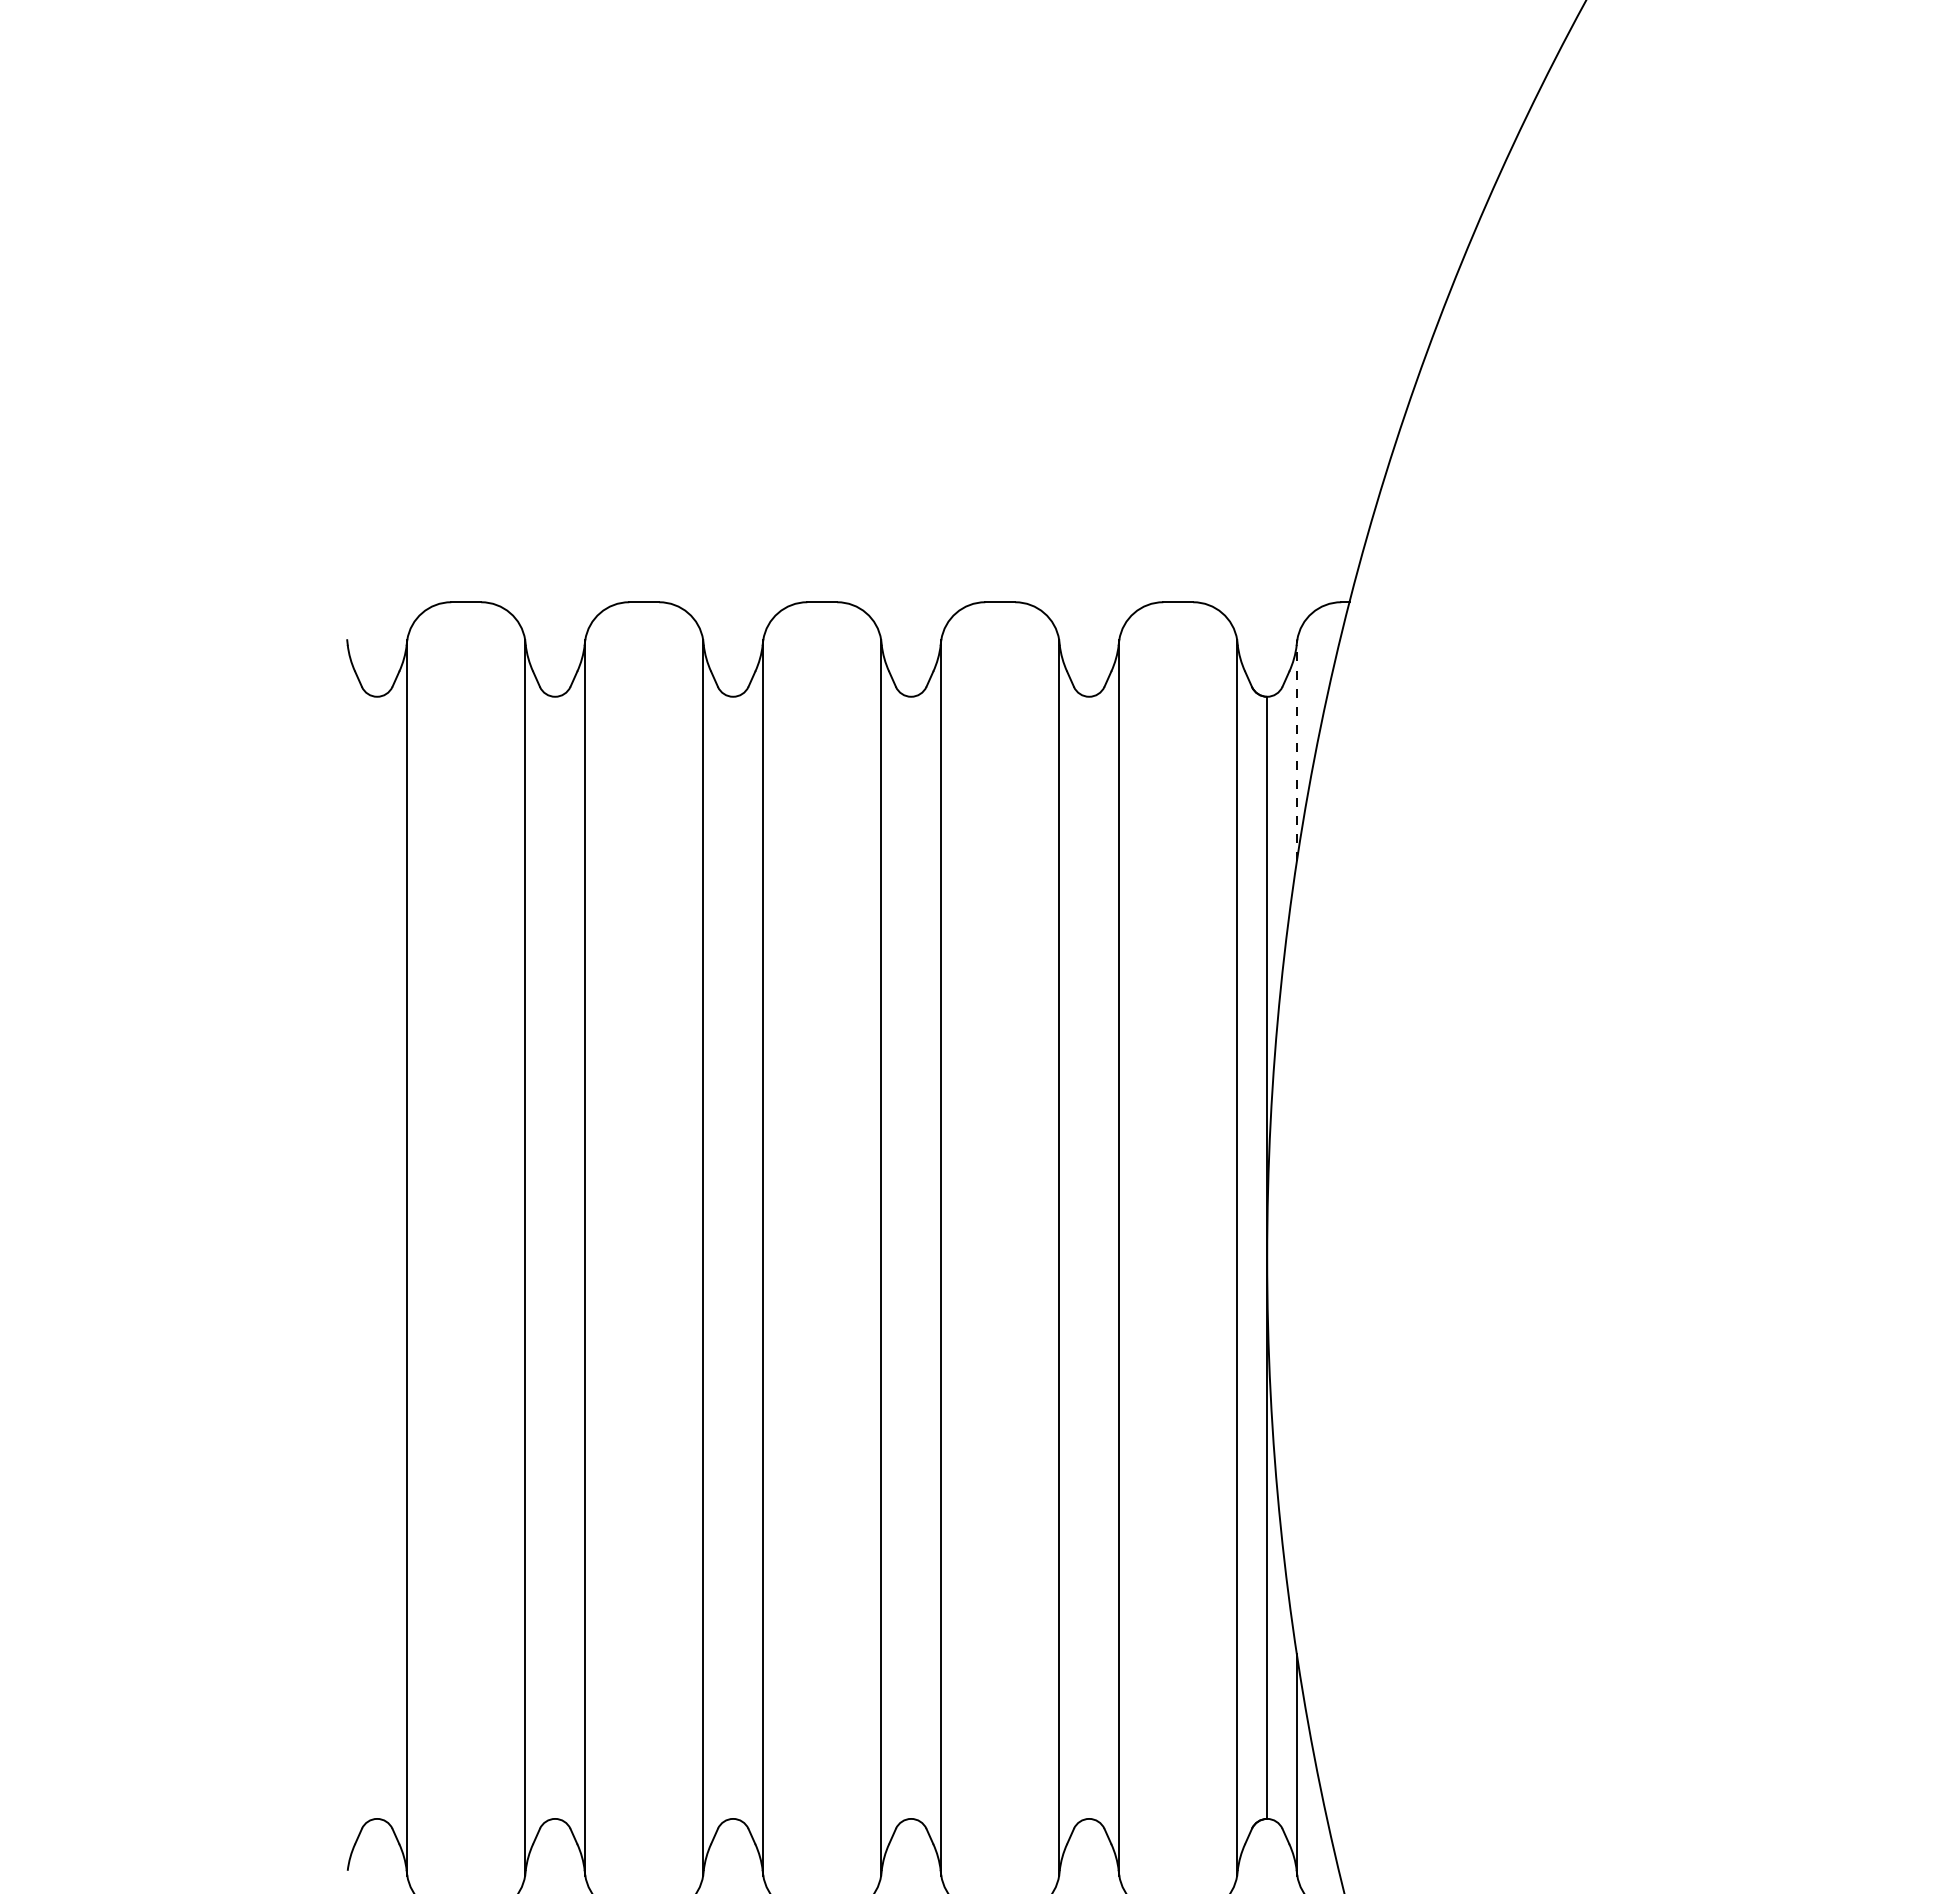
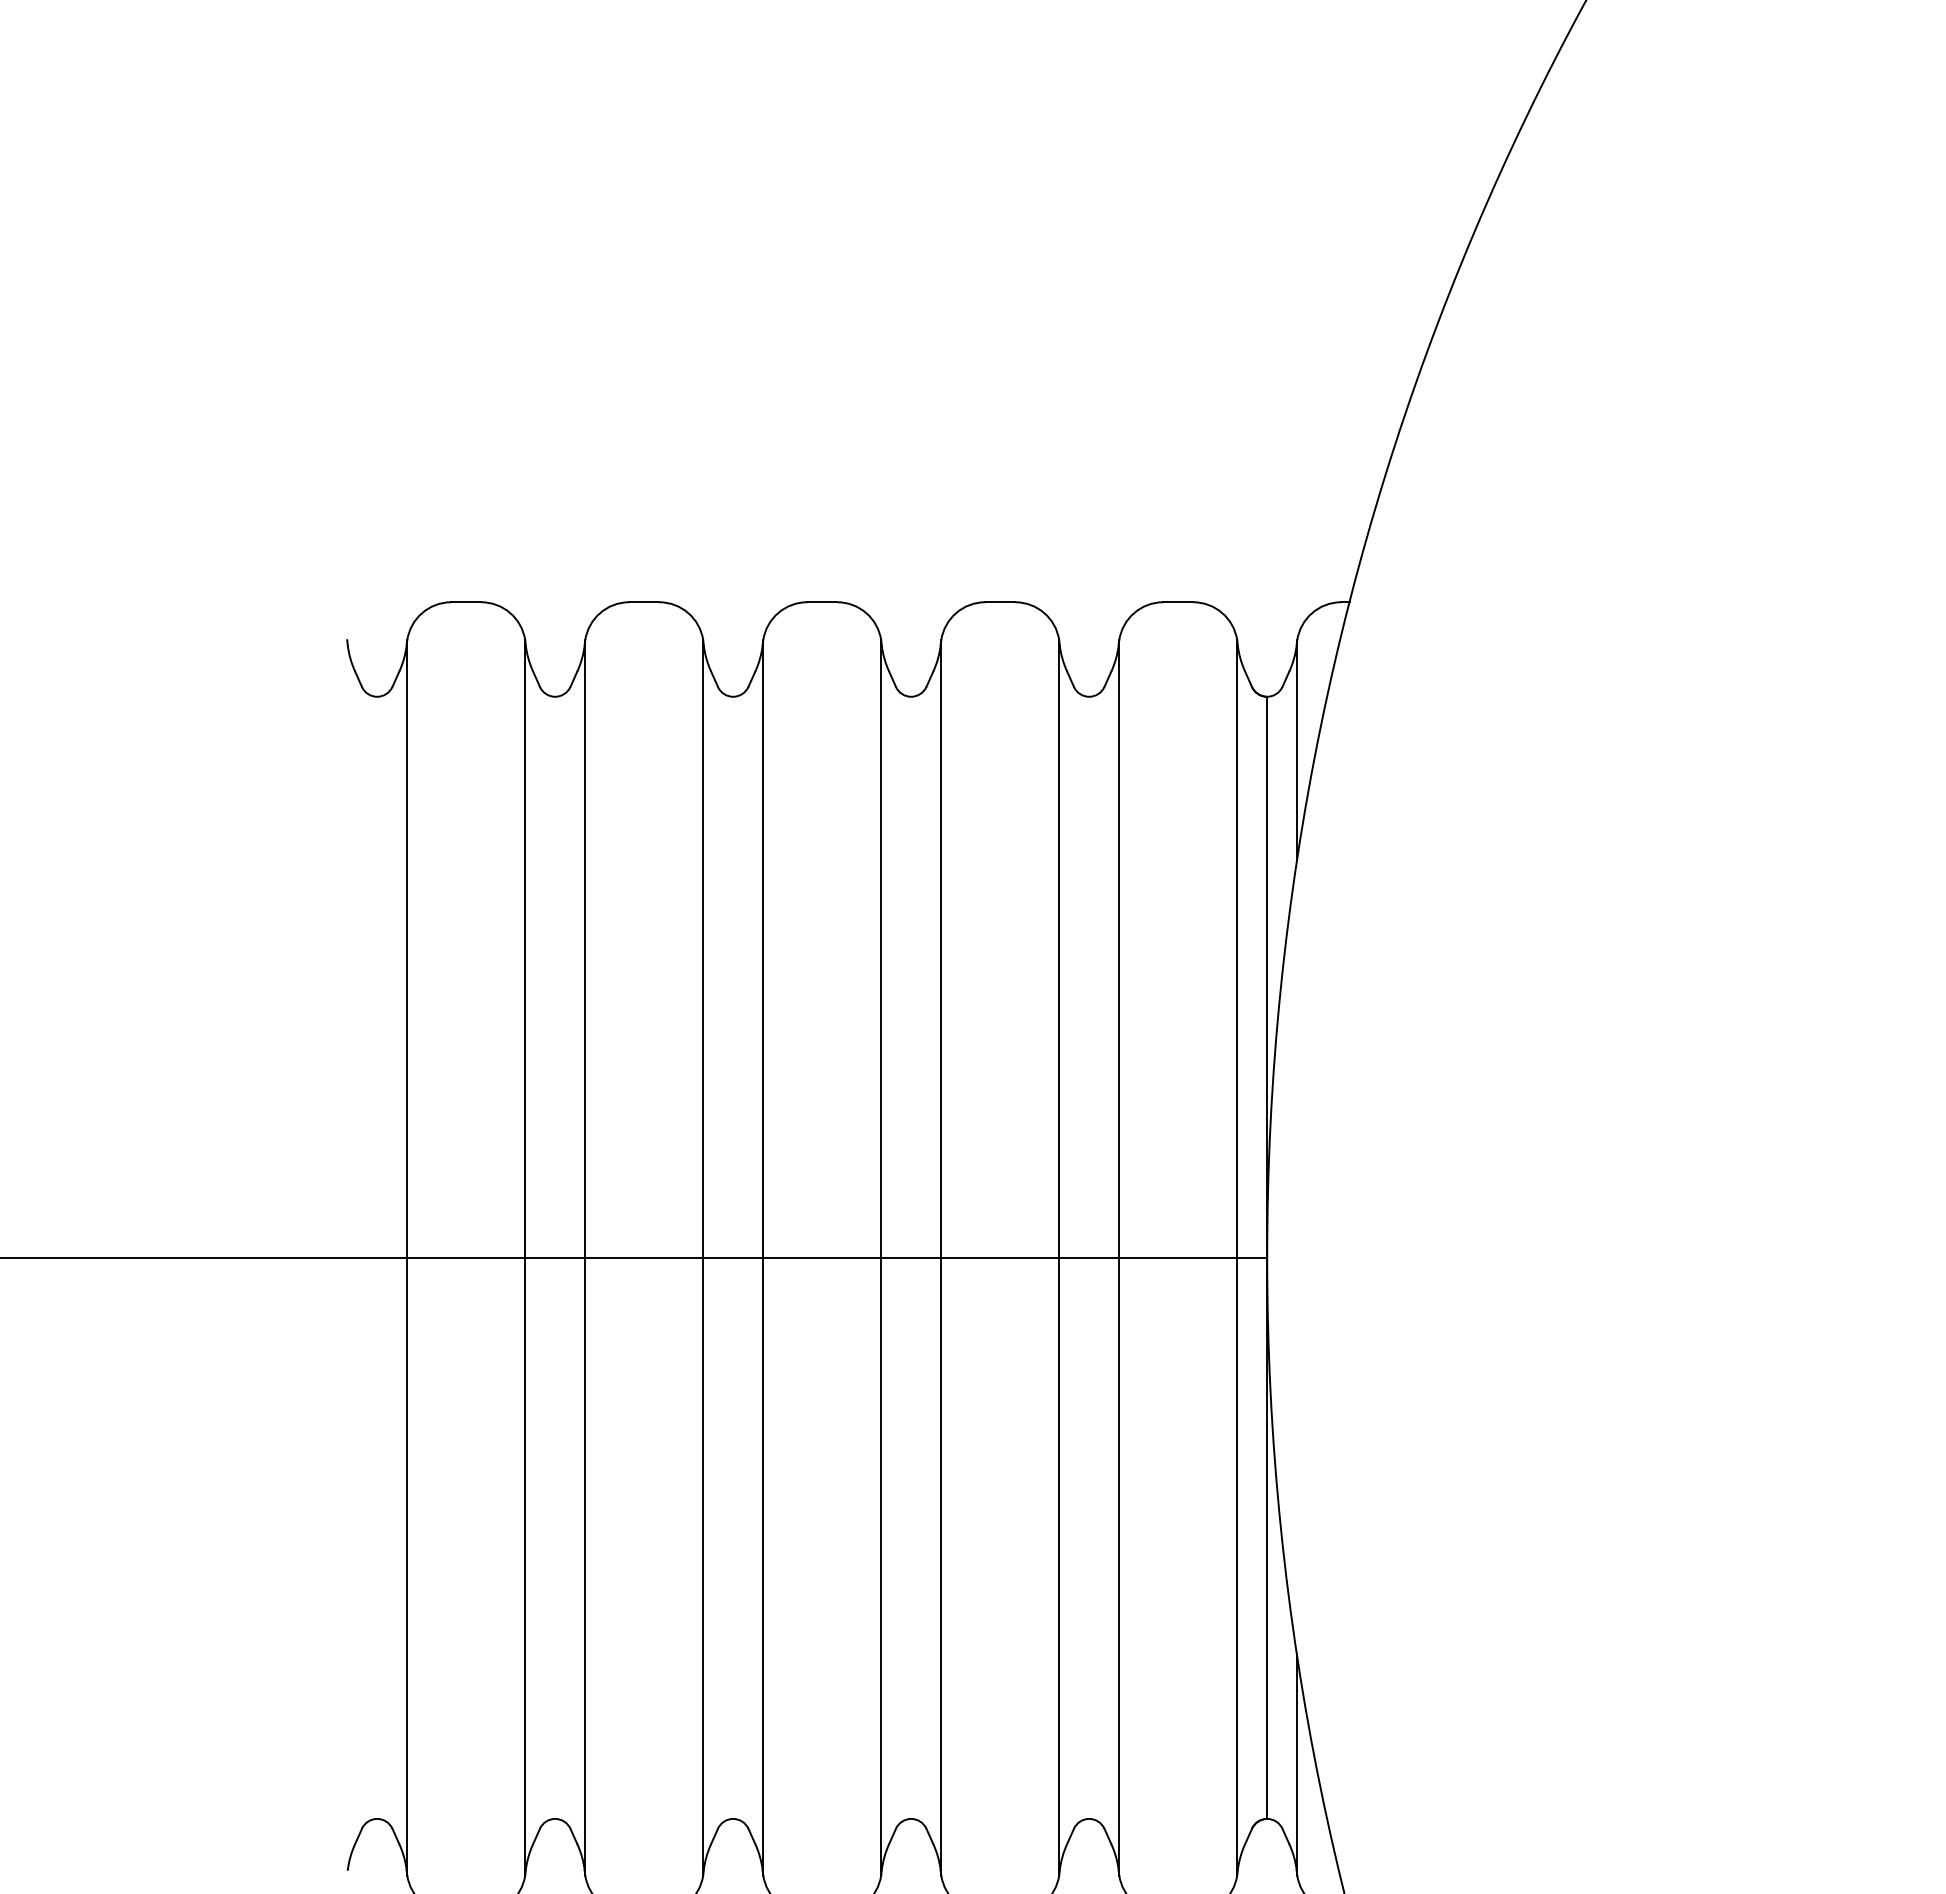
line at (1297, 750): dashed -> solid
line at (634, 1257): none -> present
